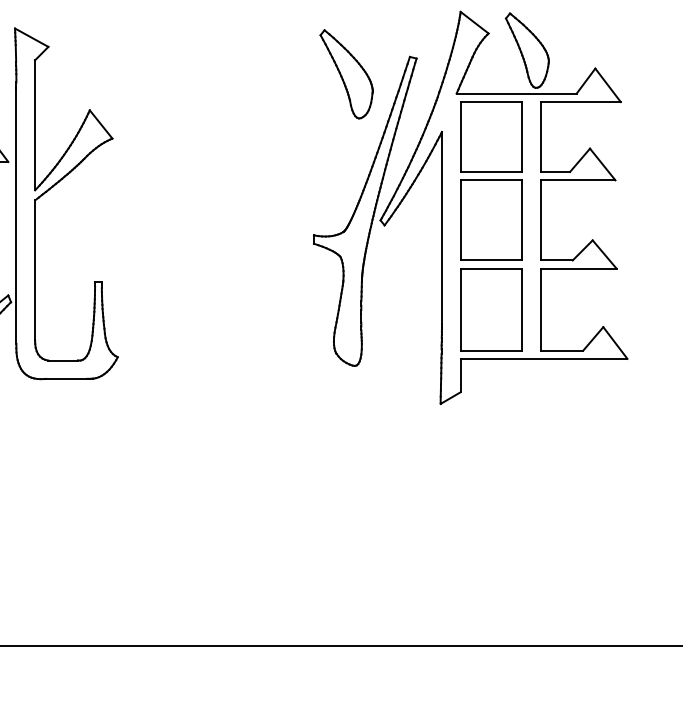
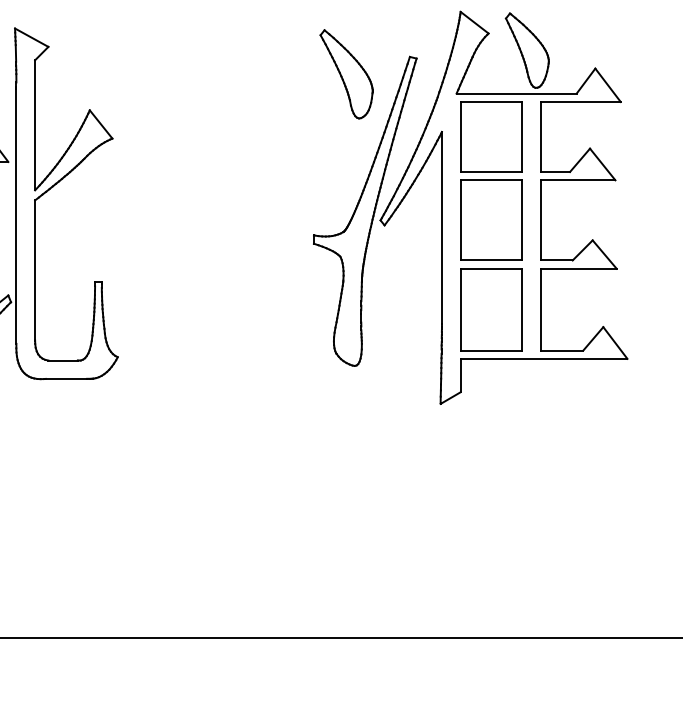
line at (340, 646) position: (340, 646) -> (340, 638)
